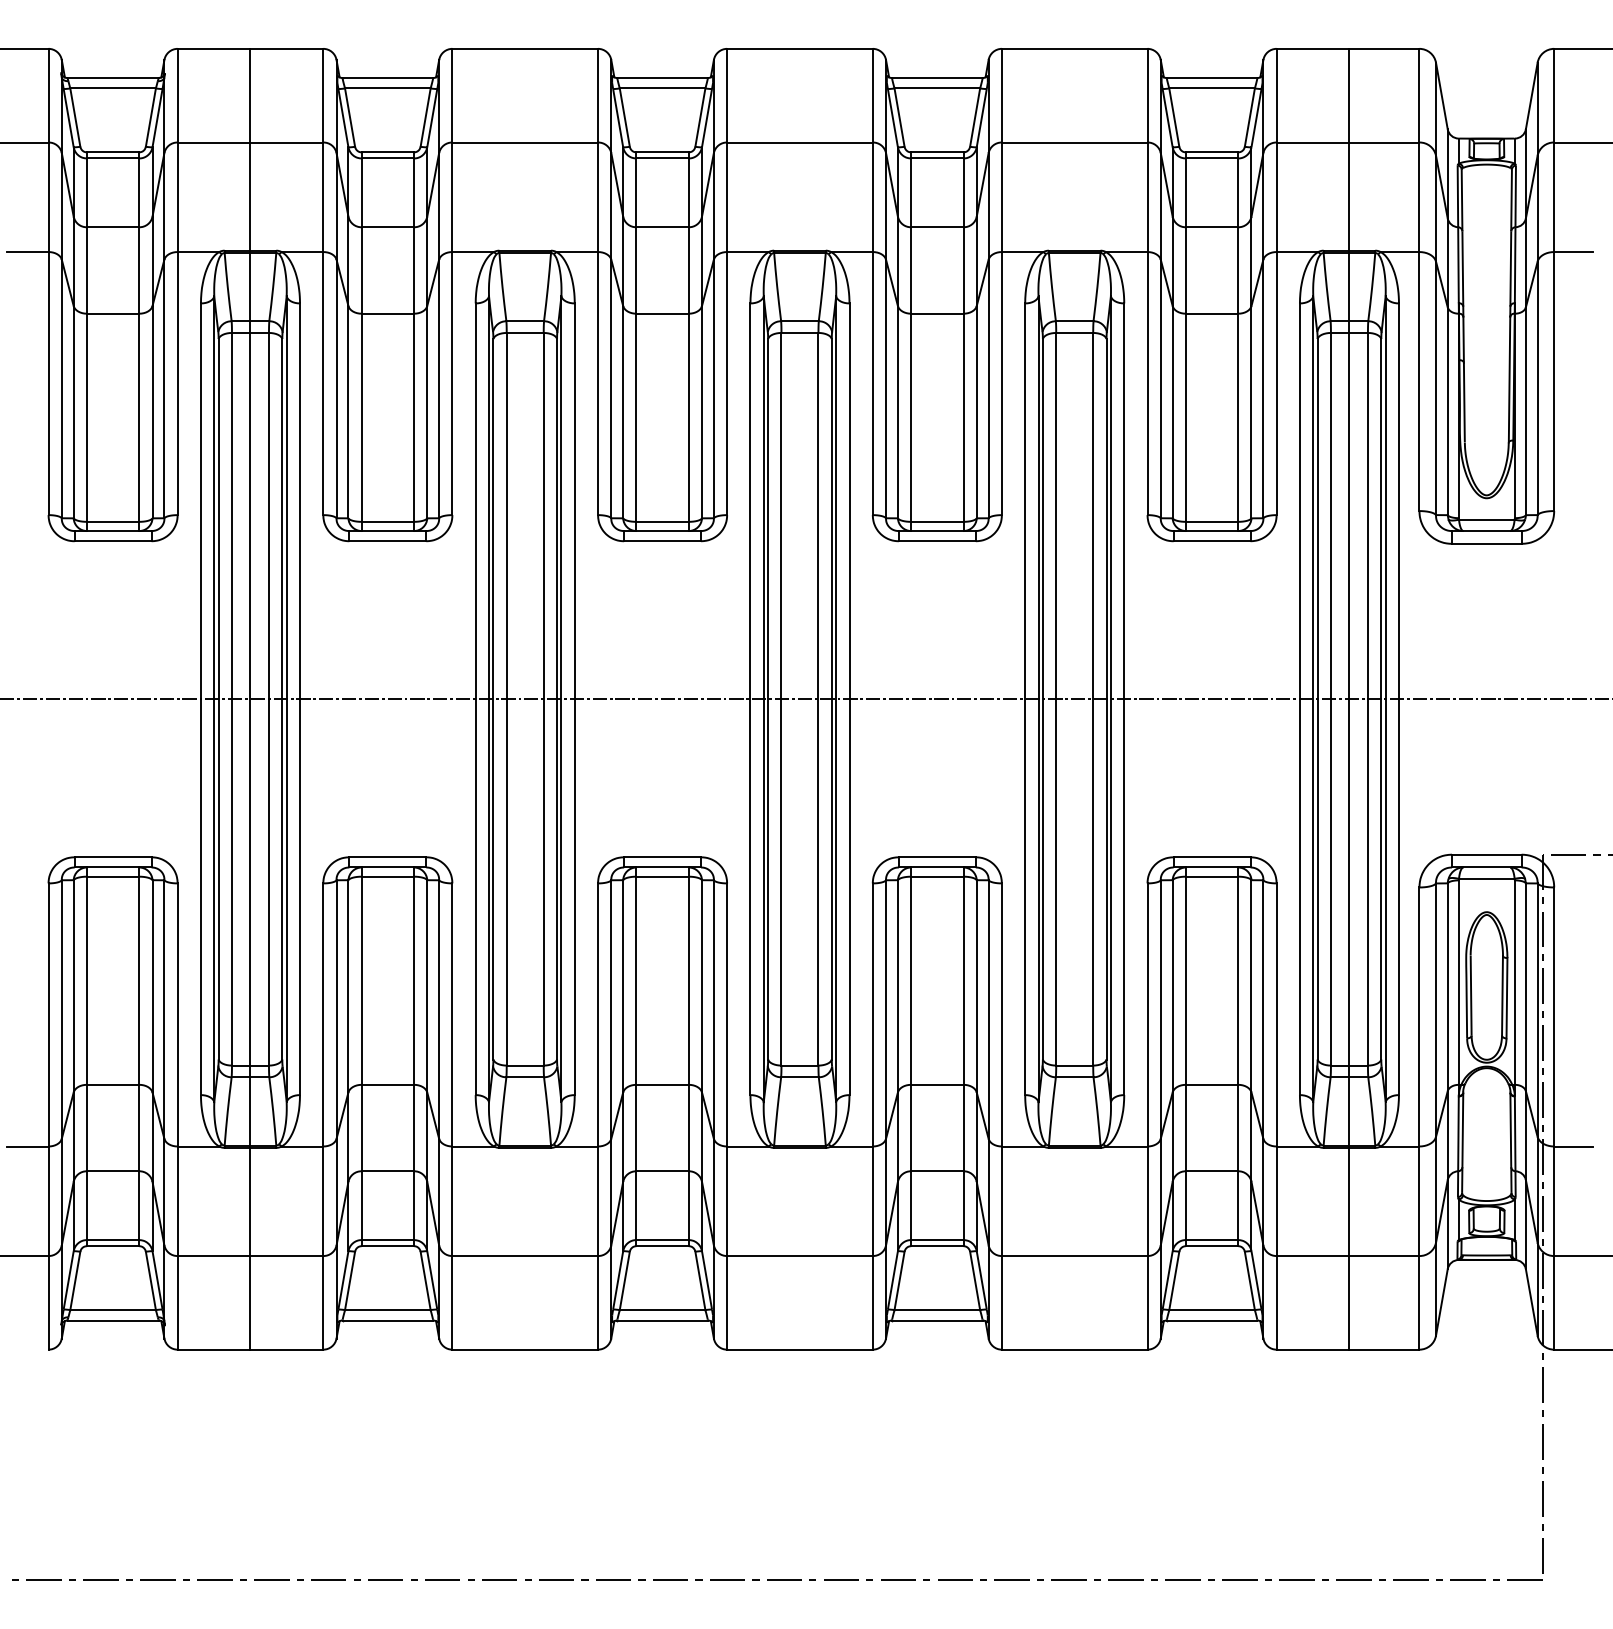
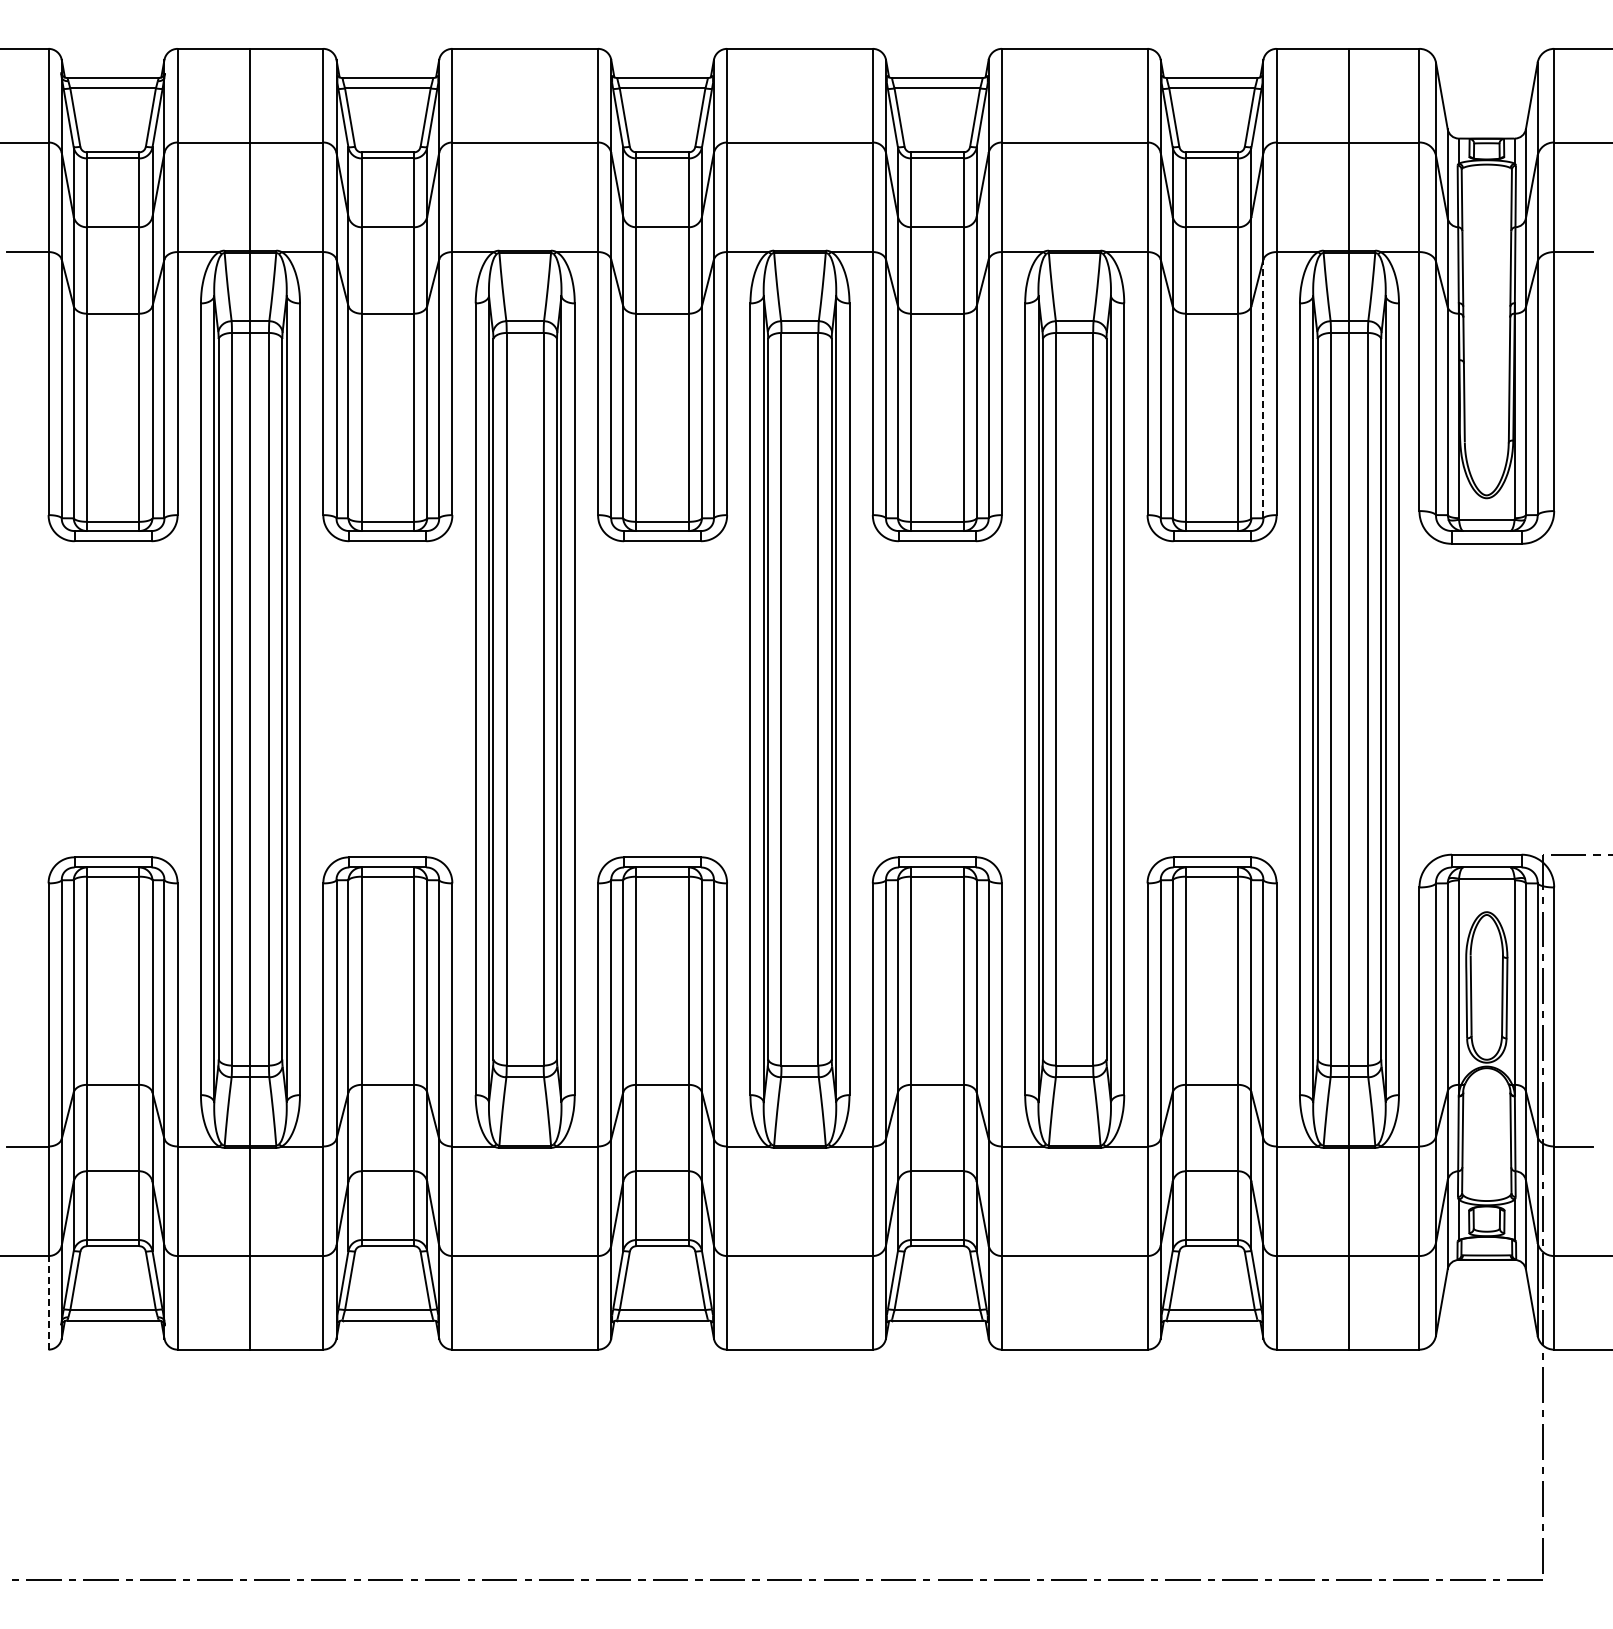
line at (1263, 388): solid -> dashed
line at (805, 699): present -> none
line at (48, 1302): solid -> dashed
